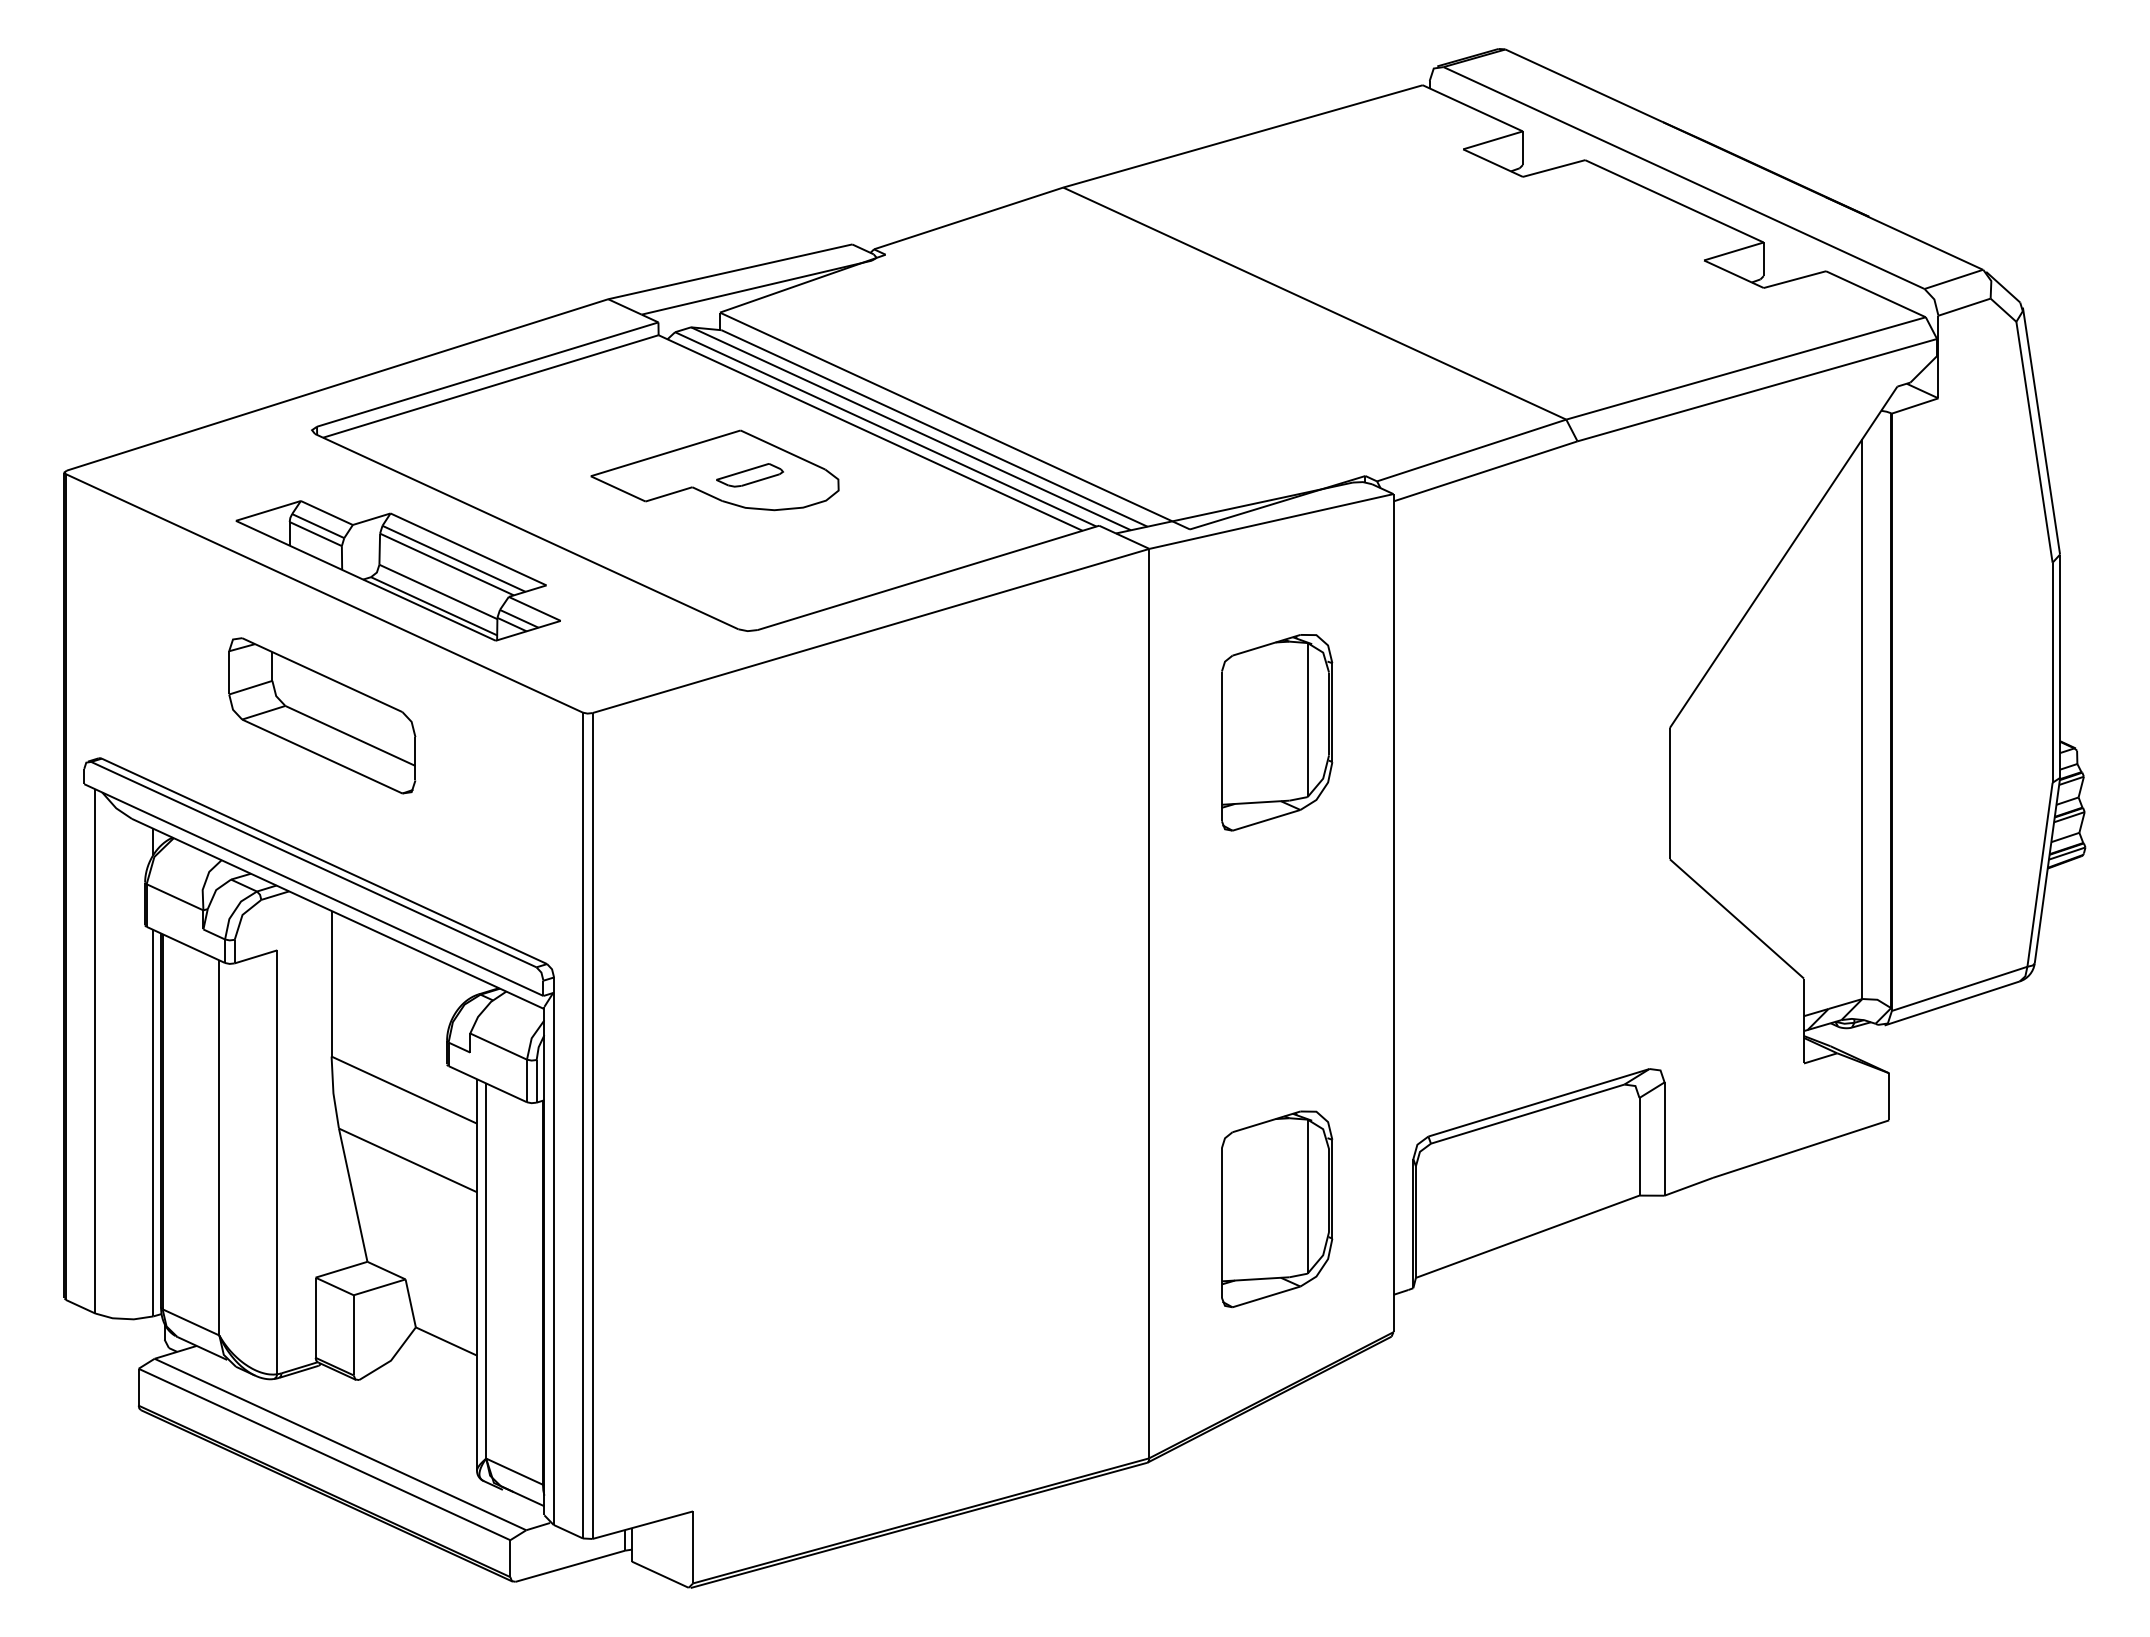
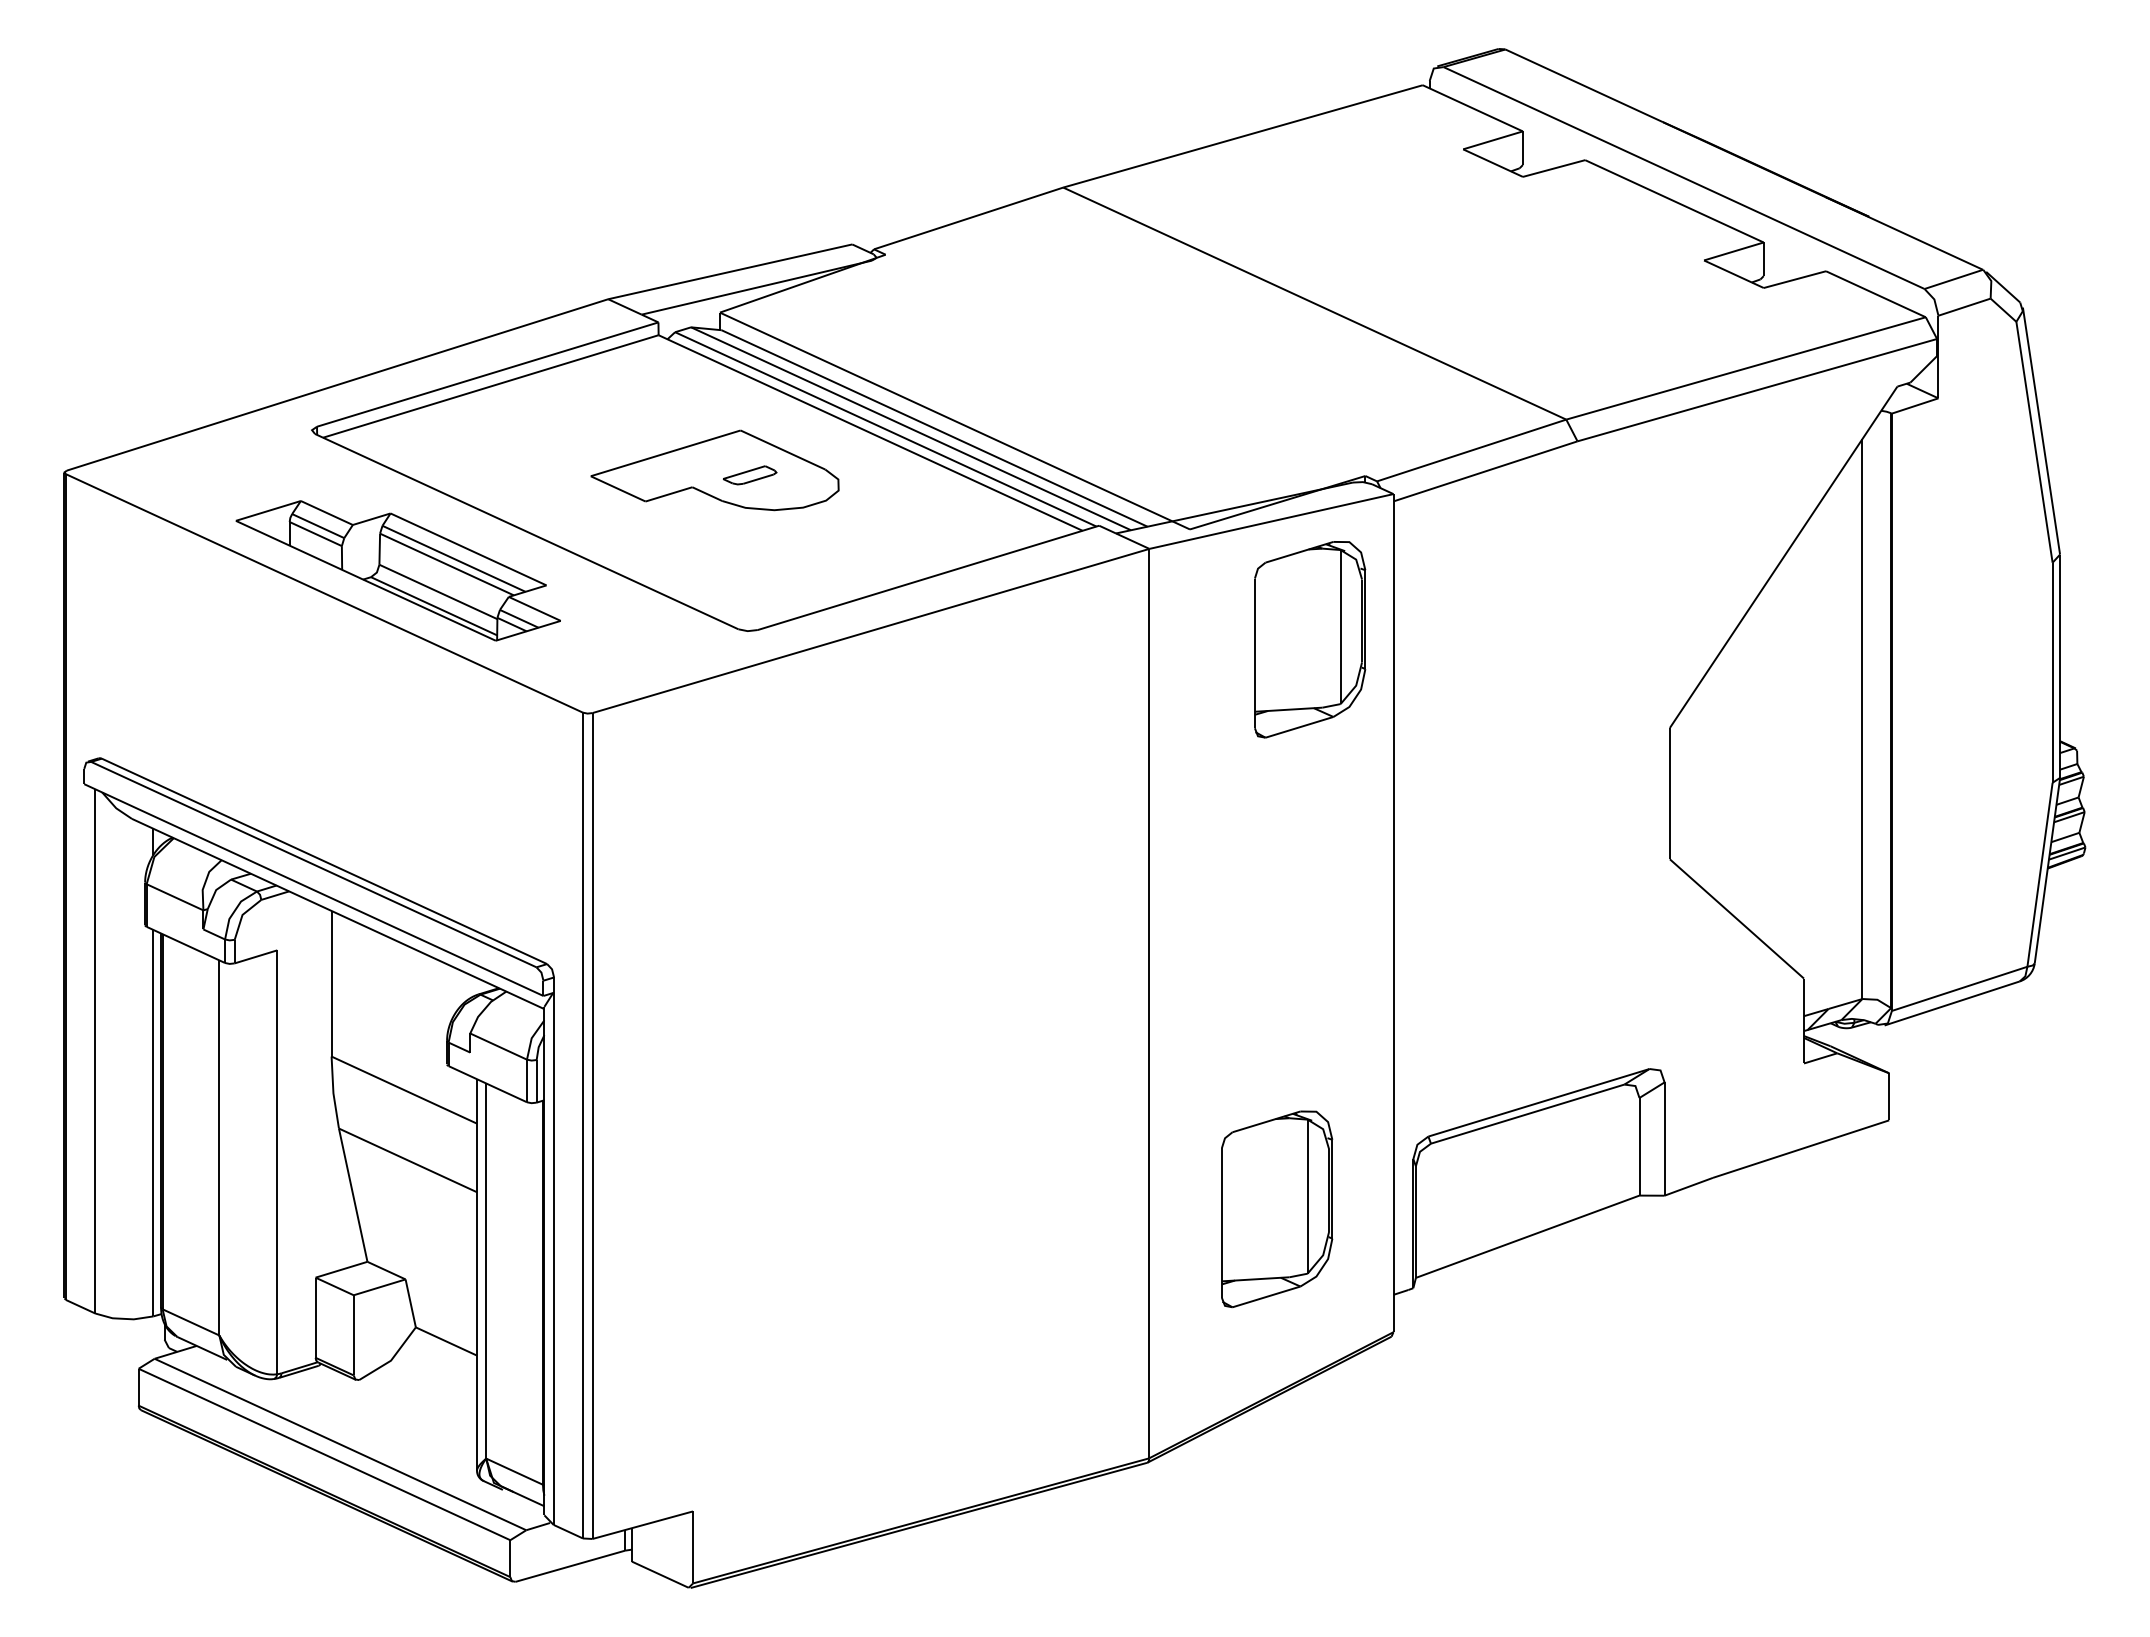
part at (749, 475) size: 68x25 px -> 55x21 px
part at (322, 715): present -> none
part at (1277, 732) position: (1277, 732) -> (1310, 639)
